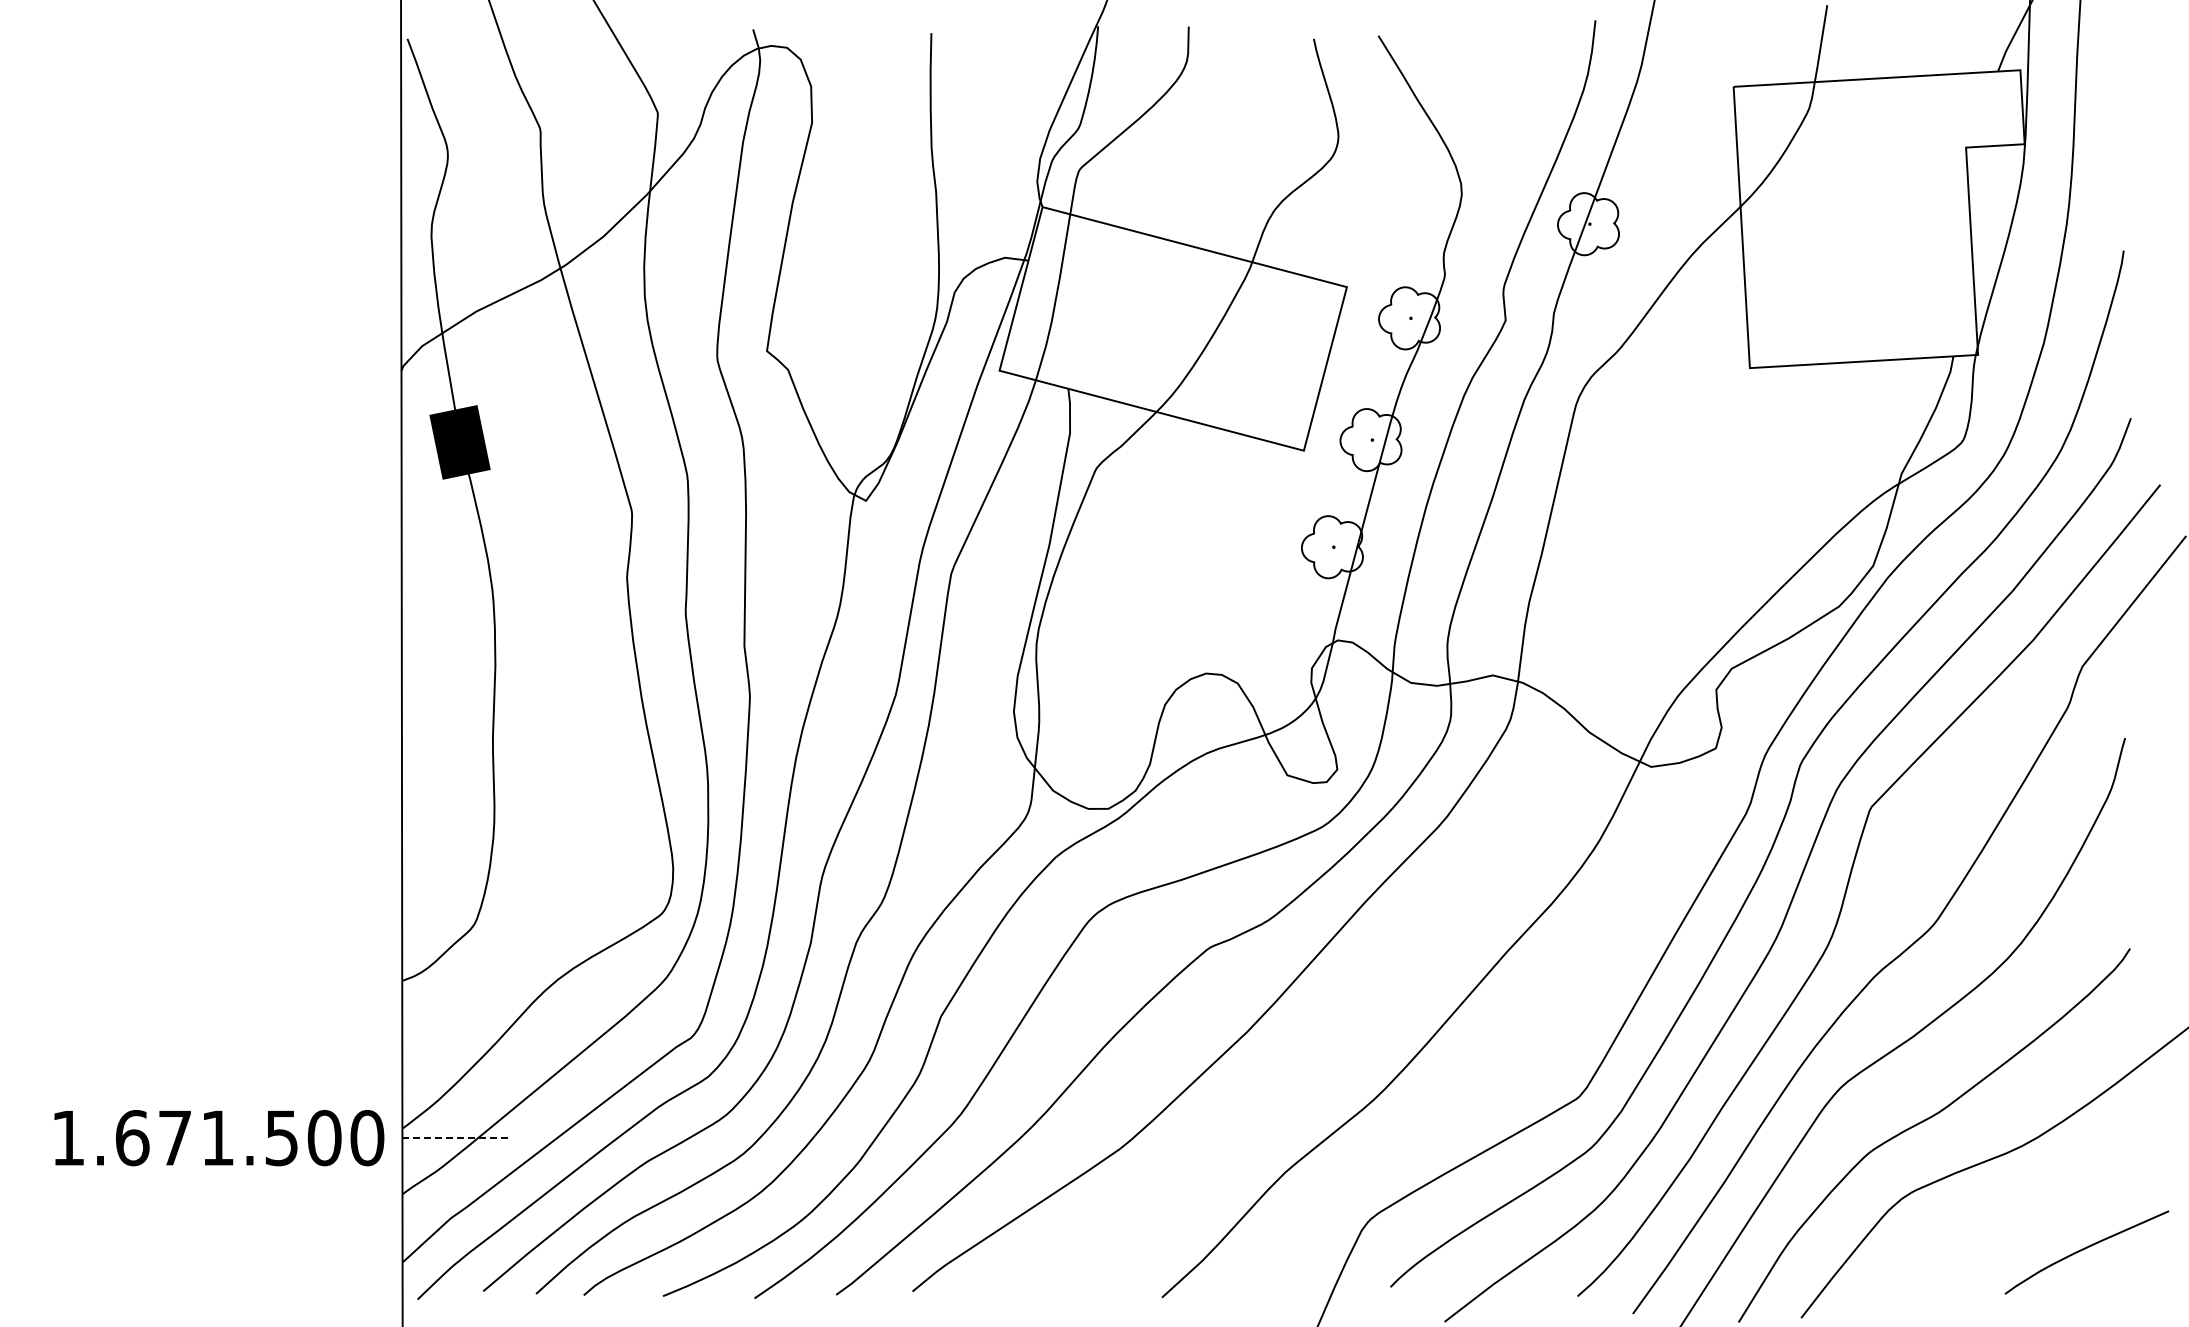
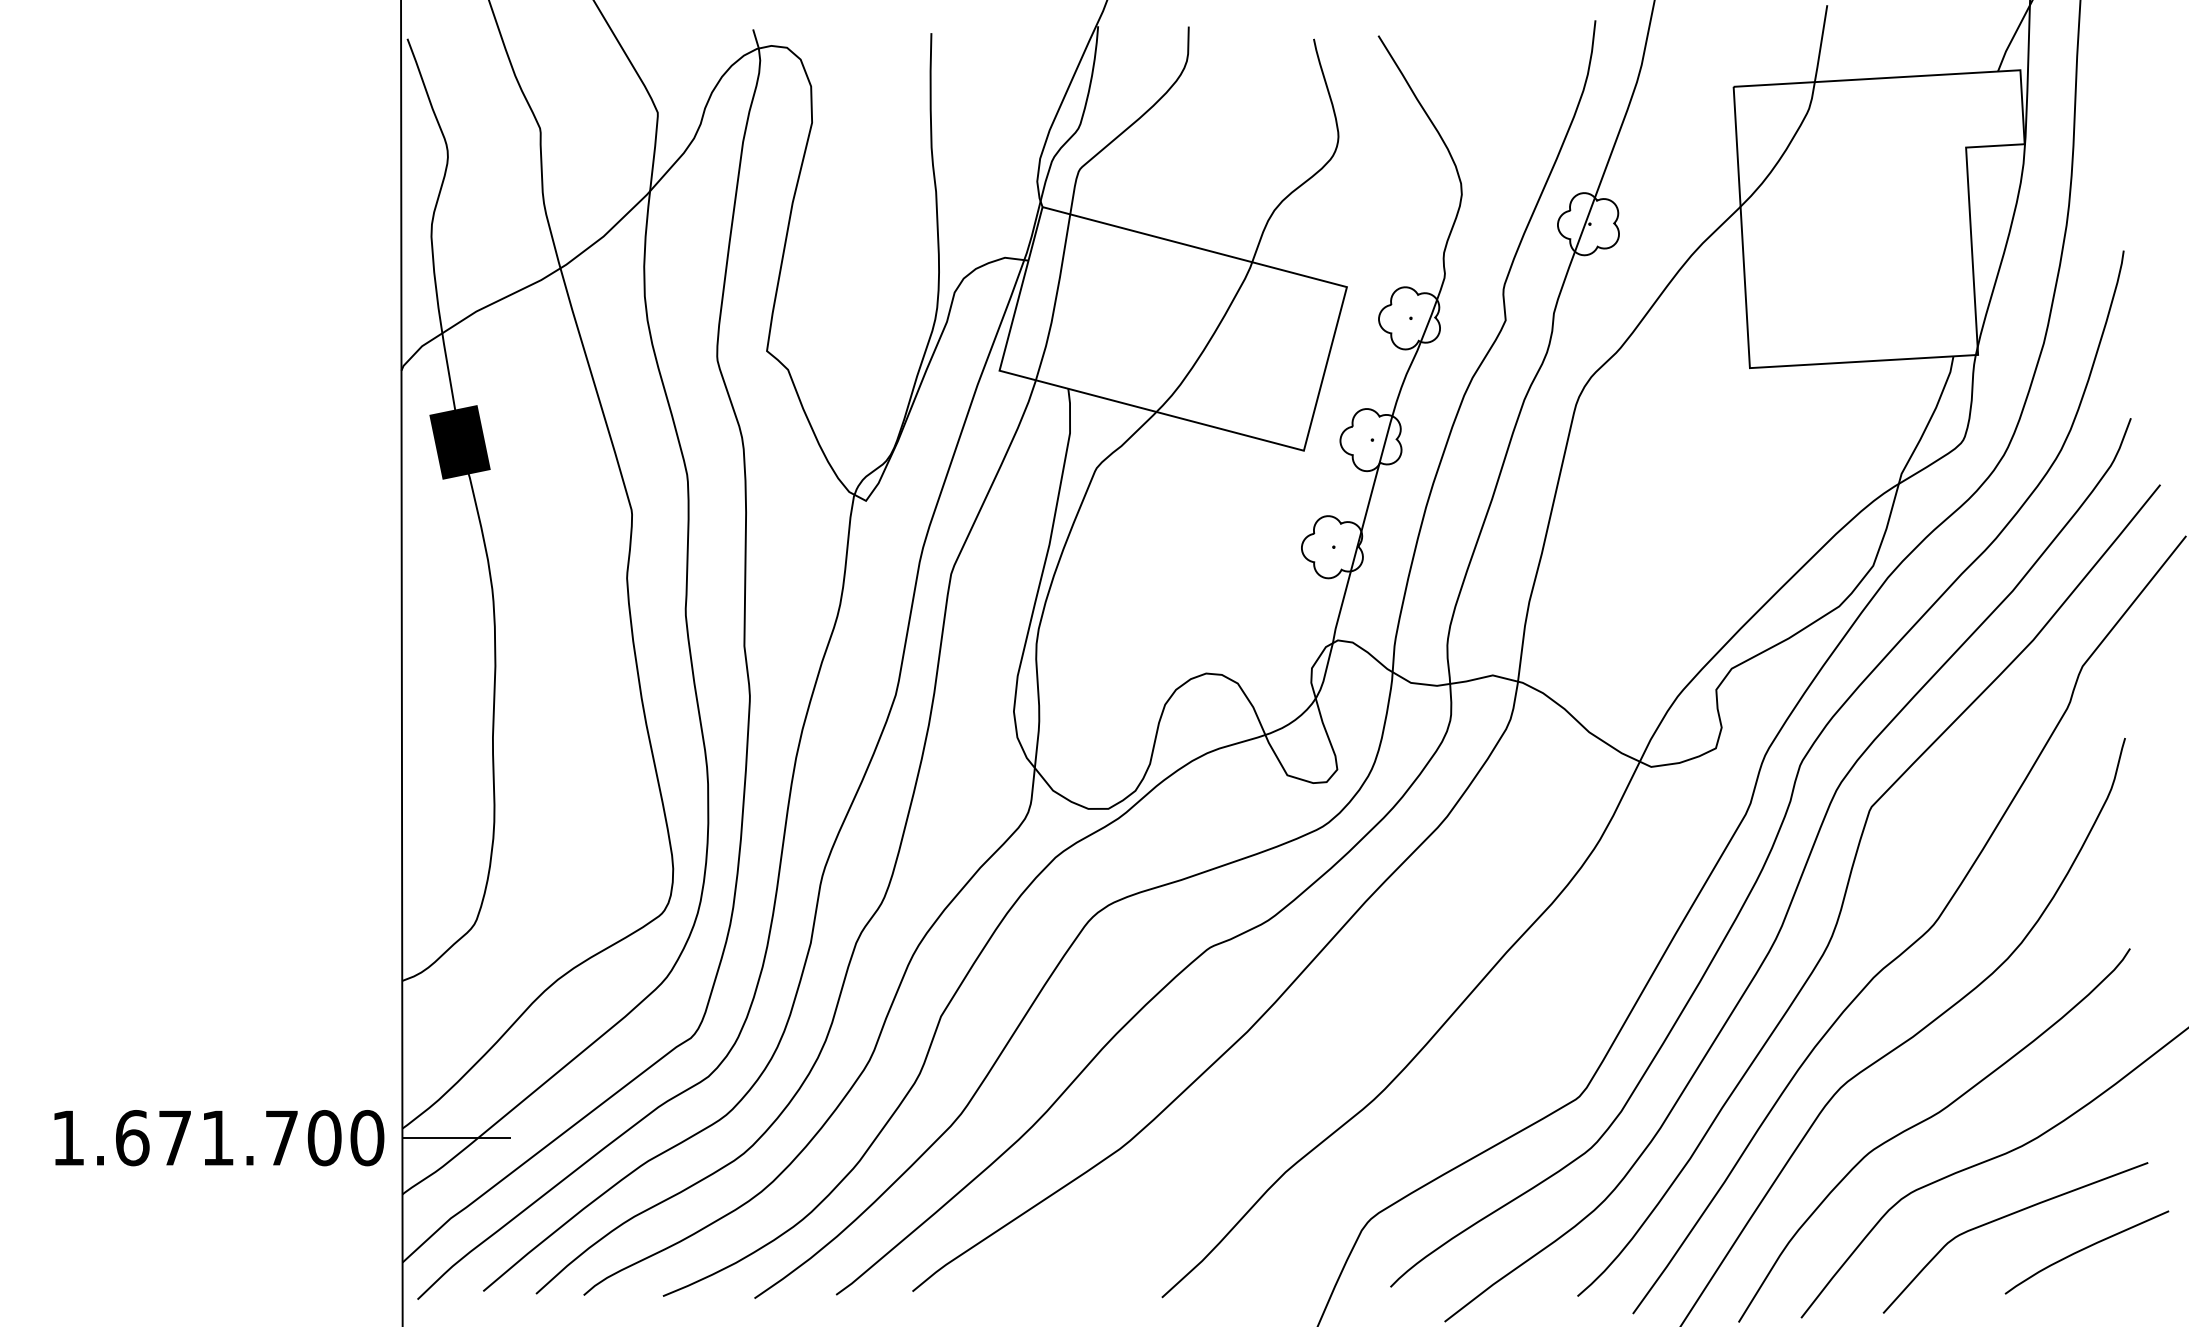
text at (281, 1138): 1.671.500 -> 1.671.700
line at (457, 1138): dashed -> solid
curve at (2008, 1216): none -> present
